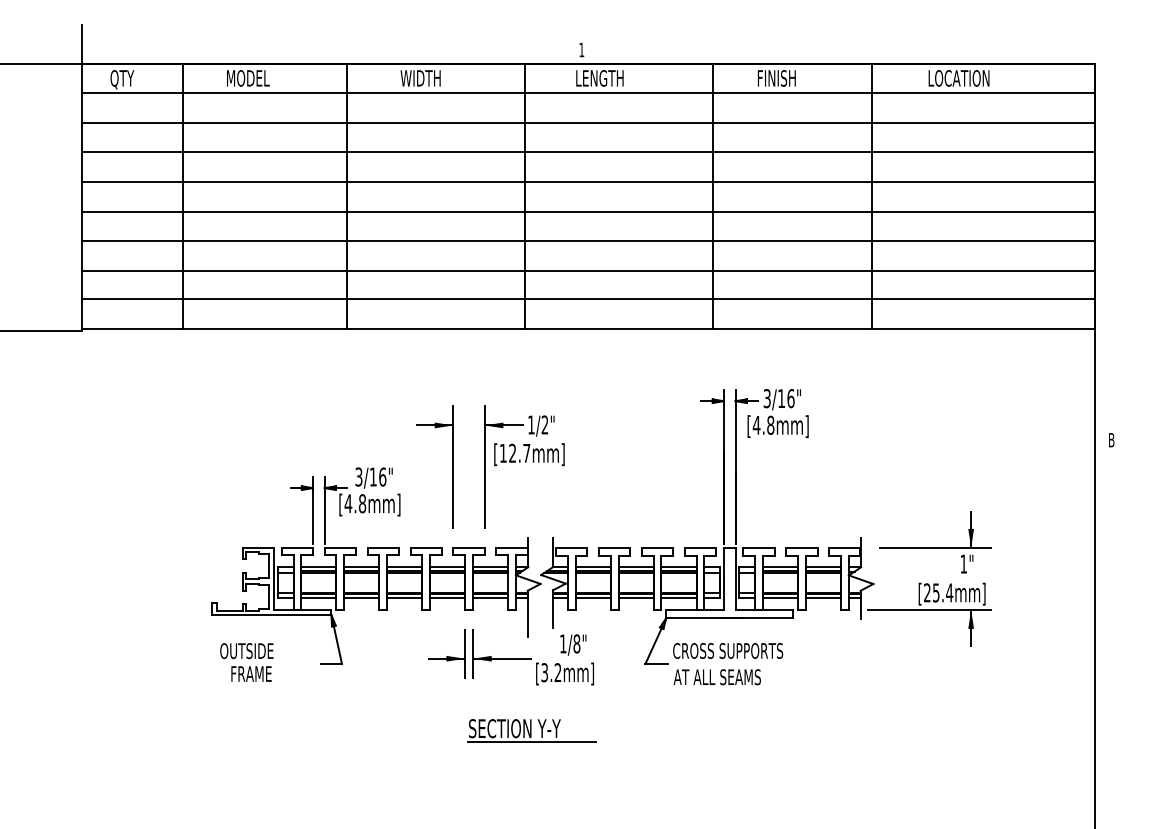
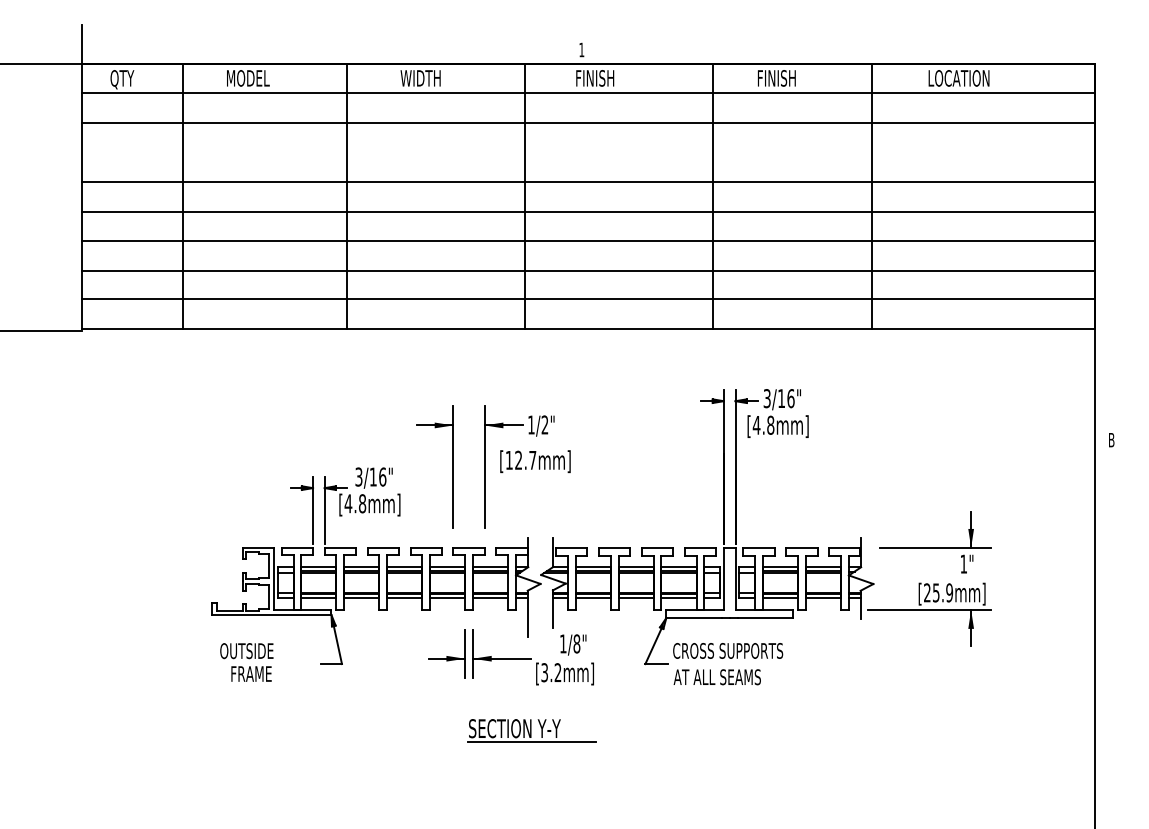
text at (600, 78): LENGTH -> FINISH
line at (588, 152): present -> none
text at (529, 454) position: (529, 454) -> (535, 461)
text at (949, 592): [25.4mm] -> [25.9mm]
